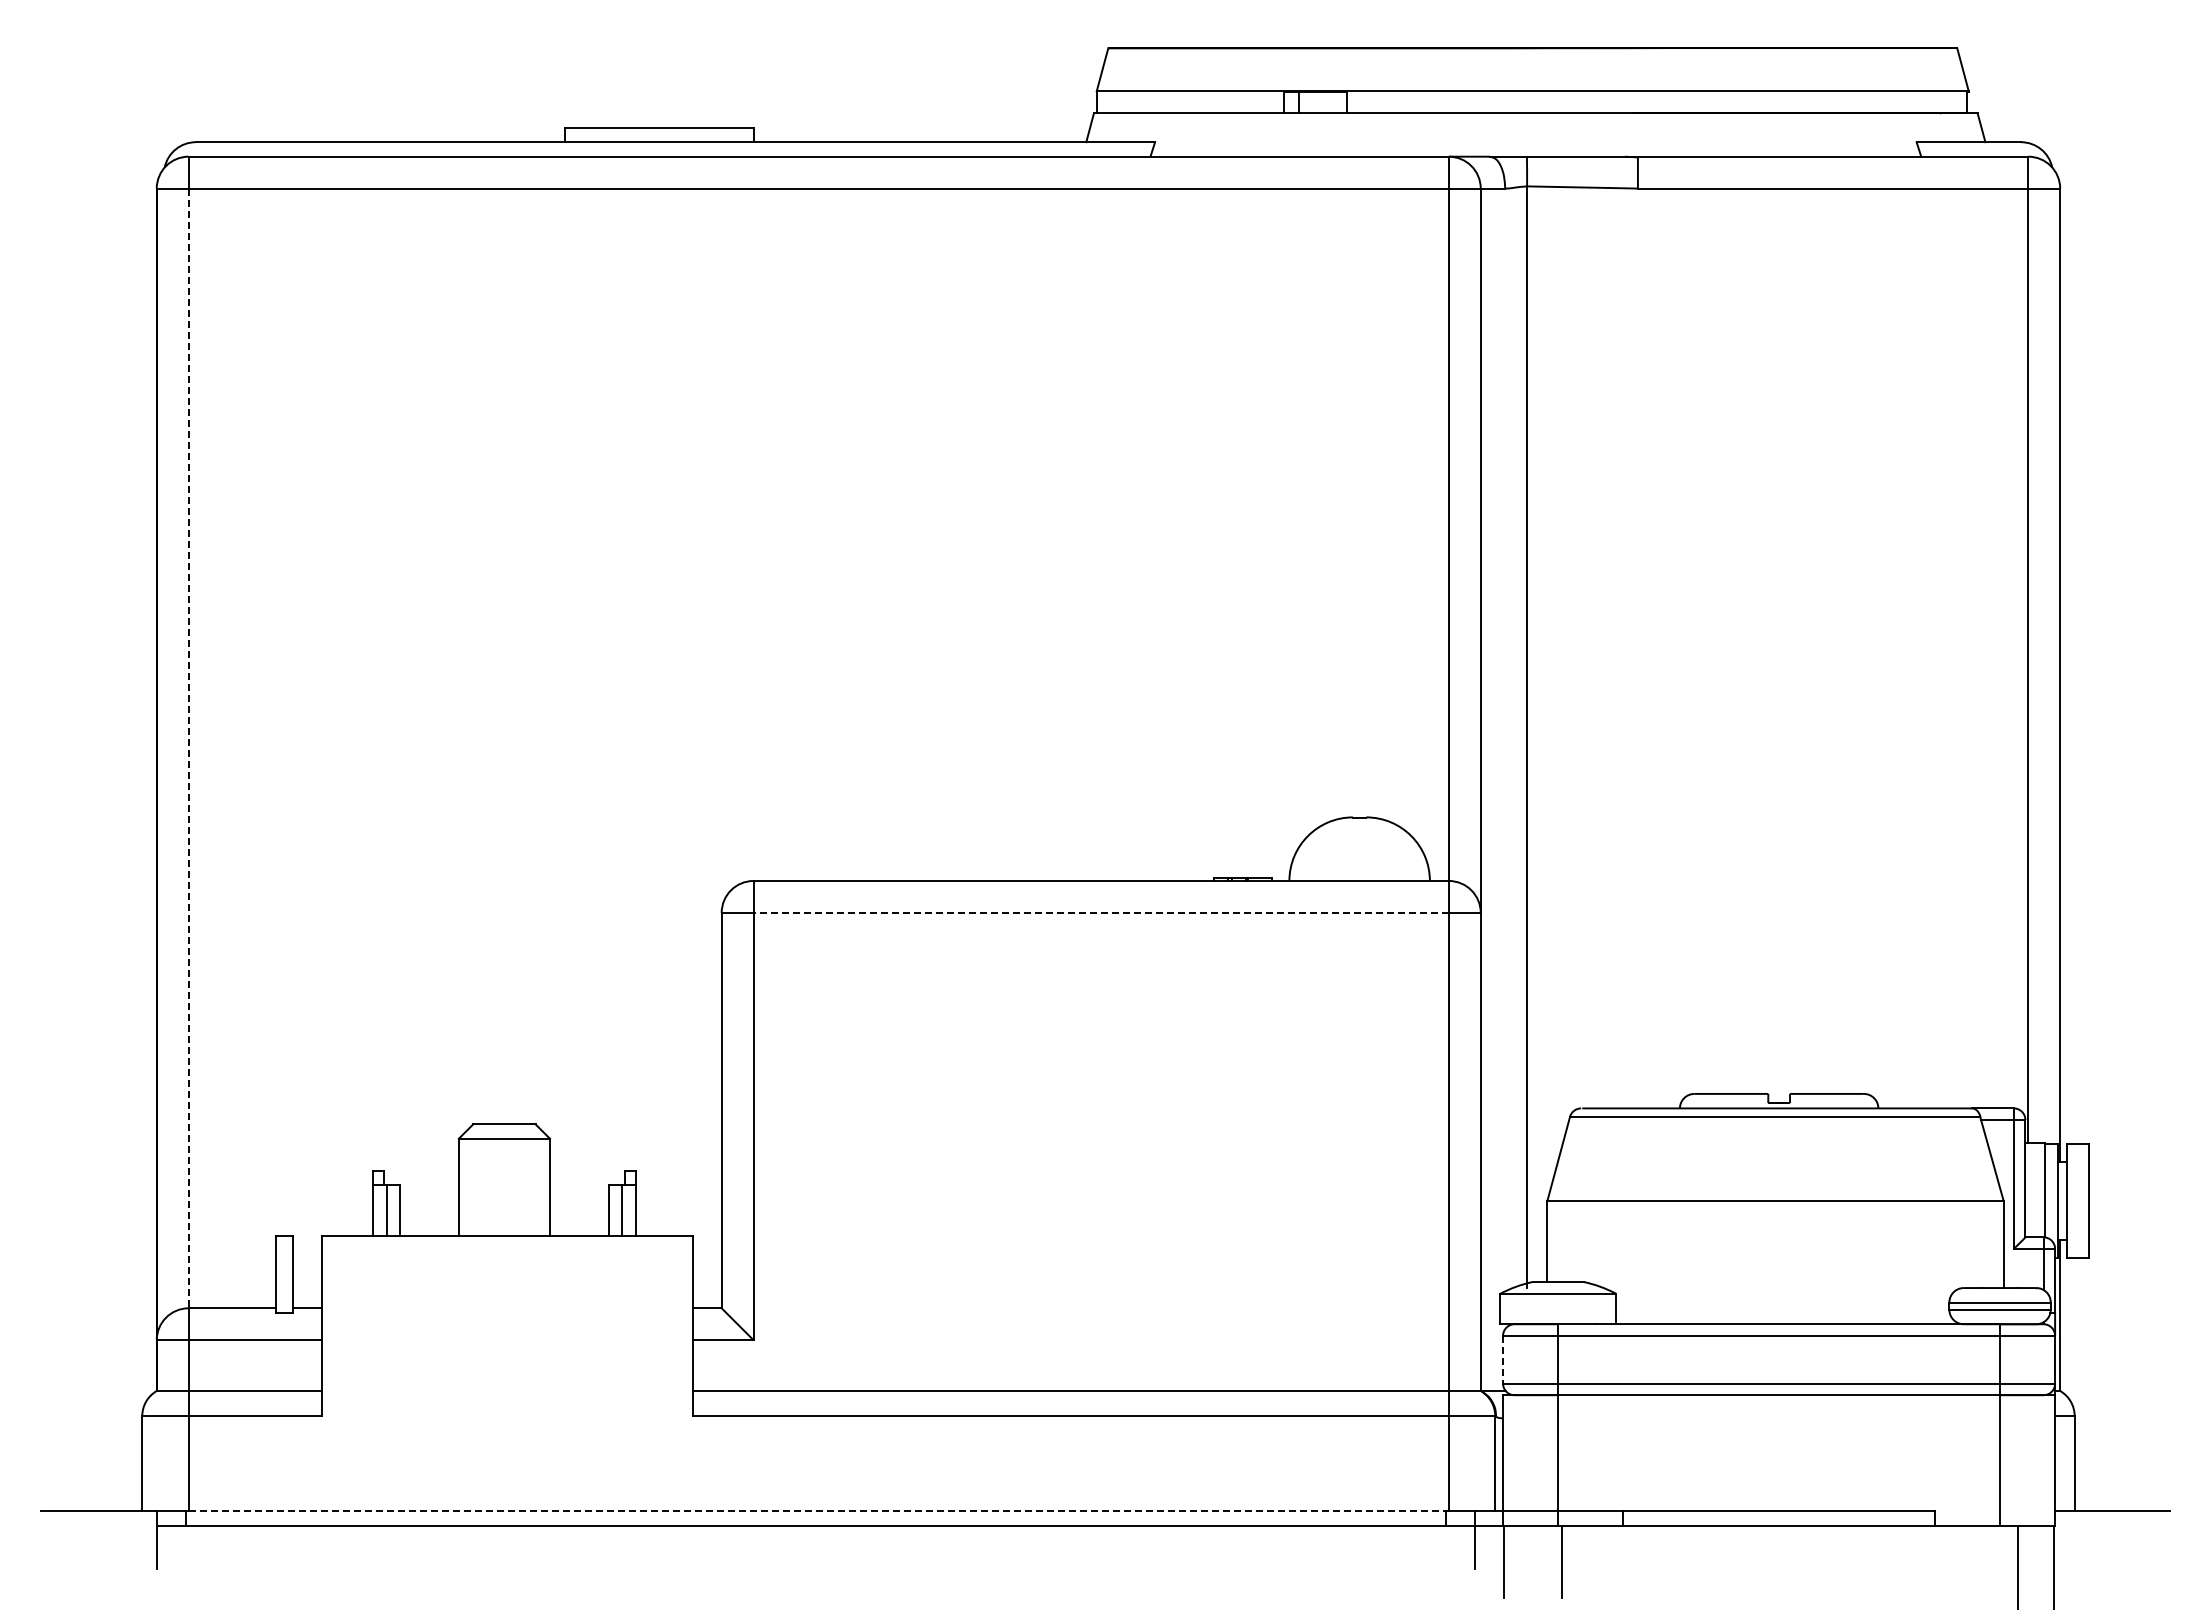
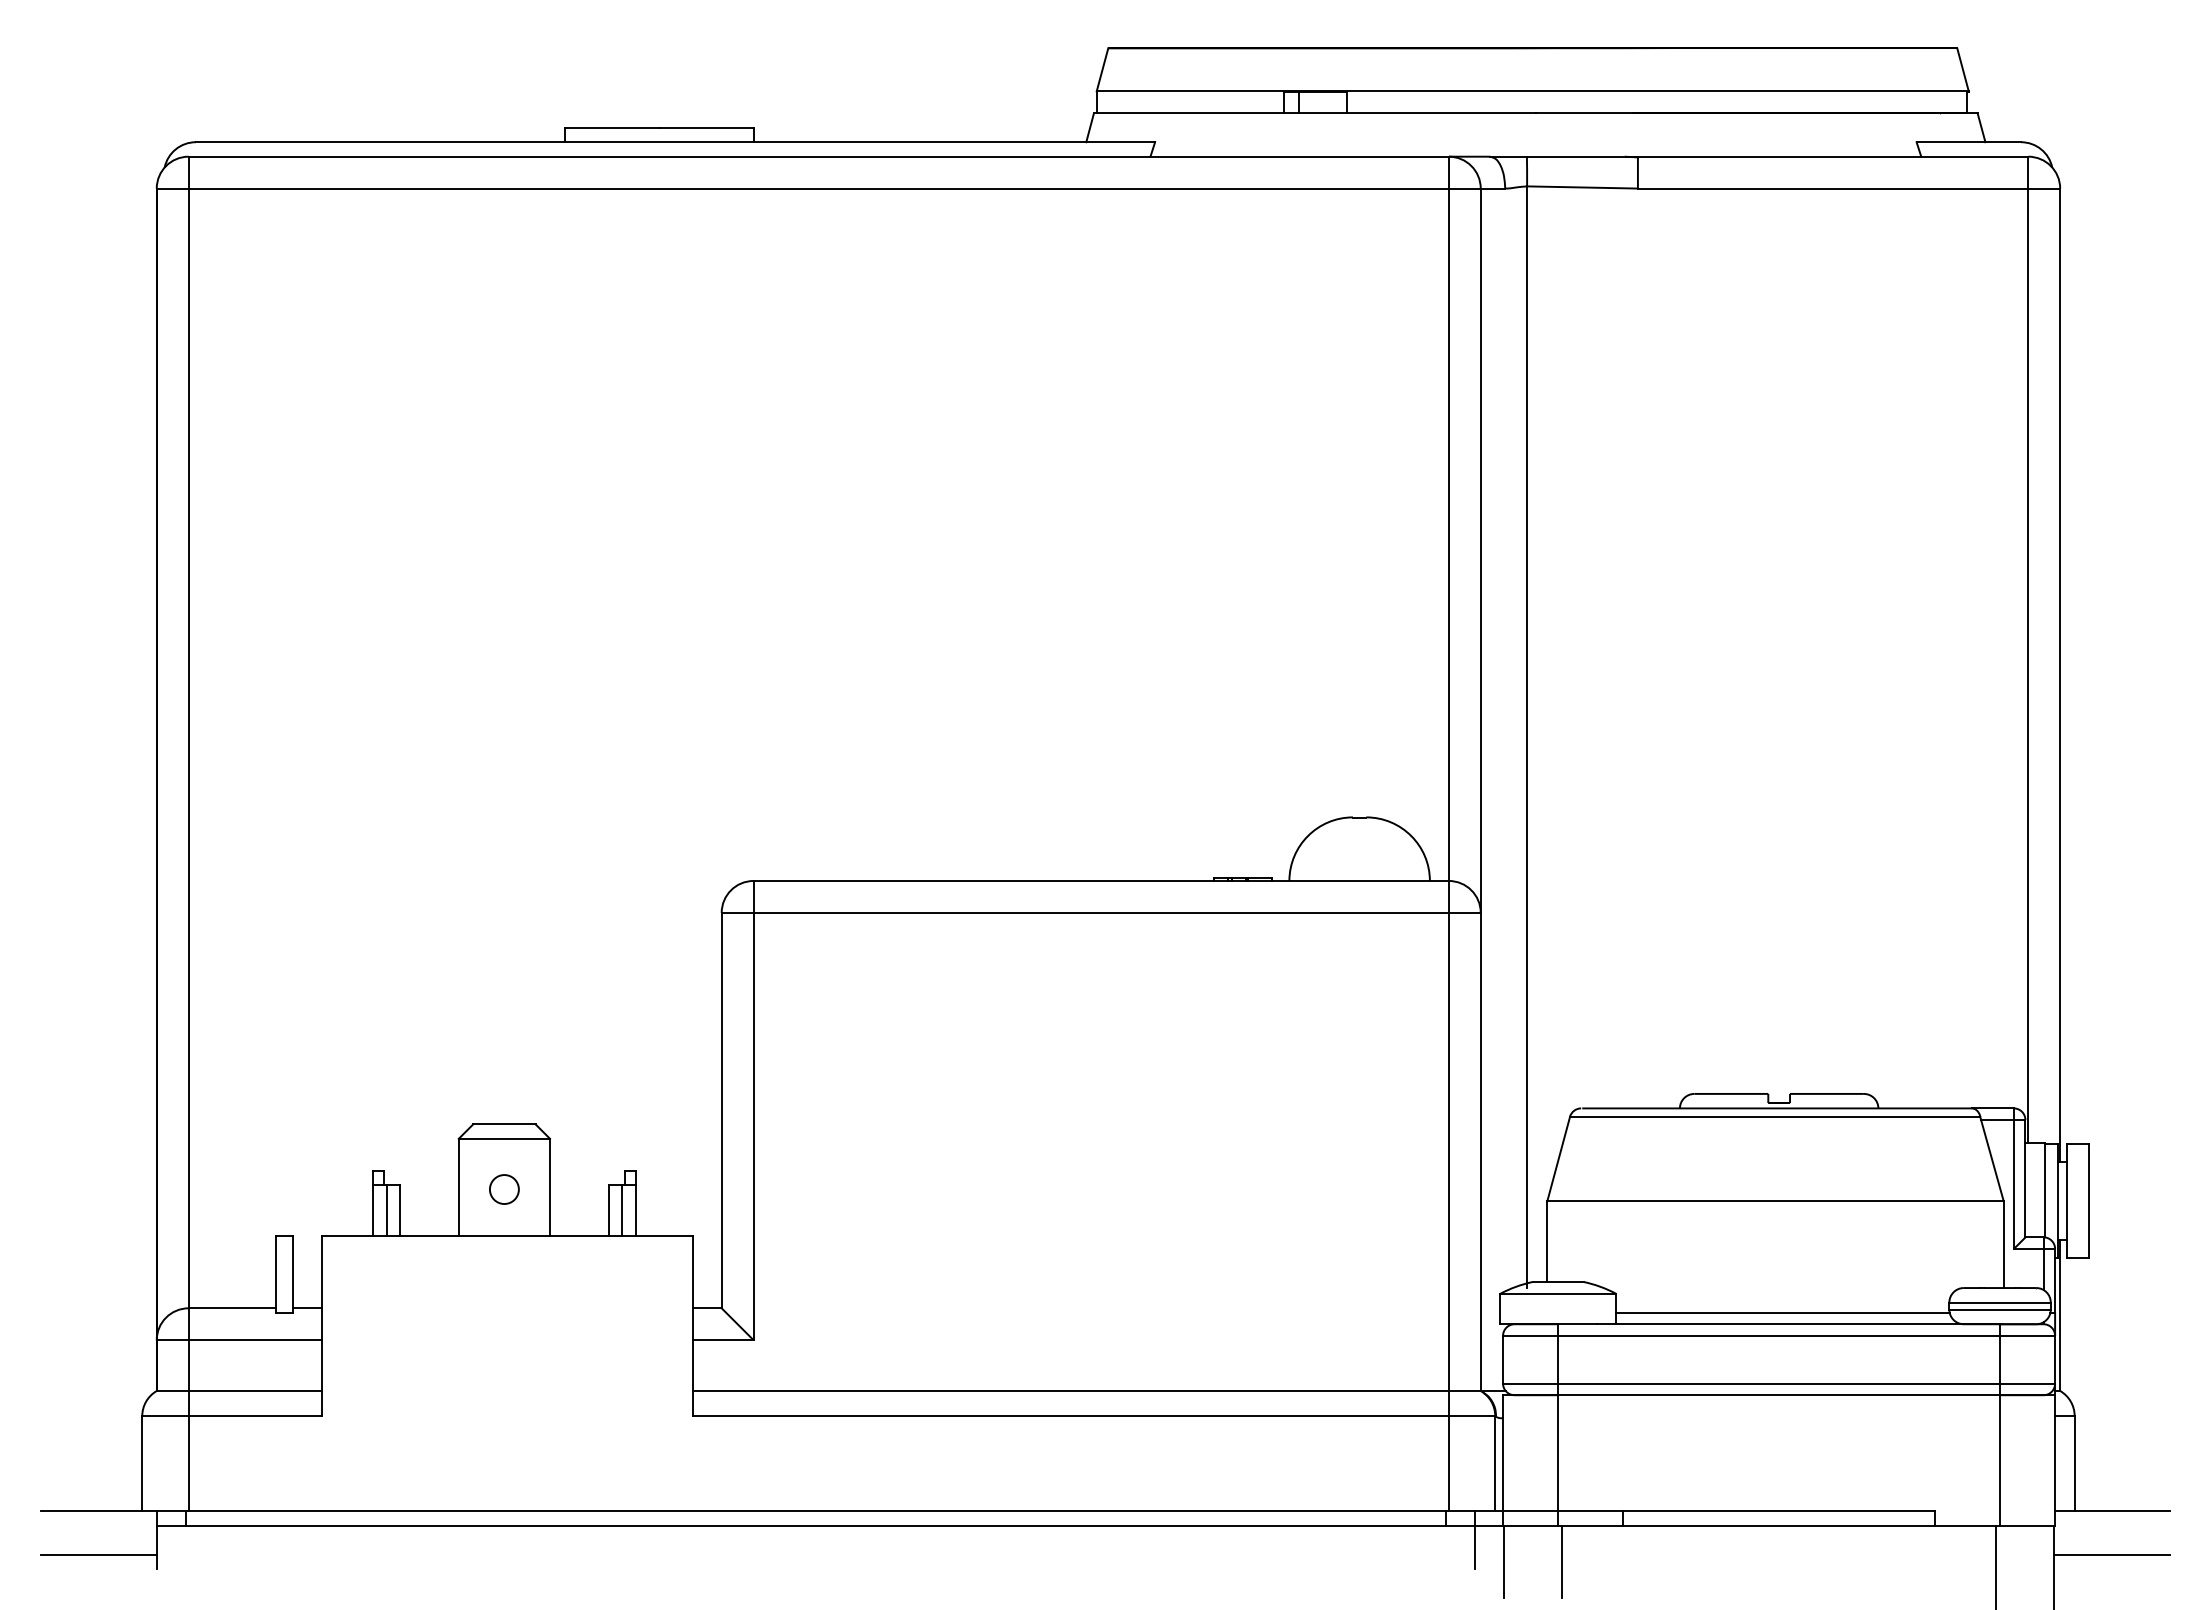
line at (188, 748): dashed -> solid
line at (1101, 912): dashed -> solid
circle at (504, 1189): none -> present
line at (1782, 1312): none -> present
line at (1503, 1359): dashed -> solid
line at (819, 1511): dashed -> solid
line at (98, 1554): none -> present
line at (2112, 1554): none -> present
line at (2018, 1565) position: (2018, 1565) -> (1996, 1565)
